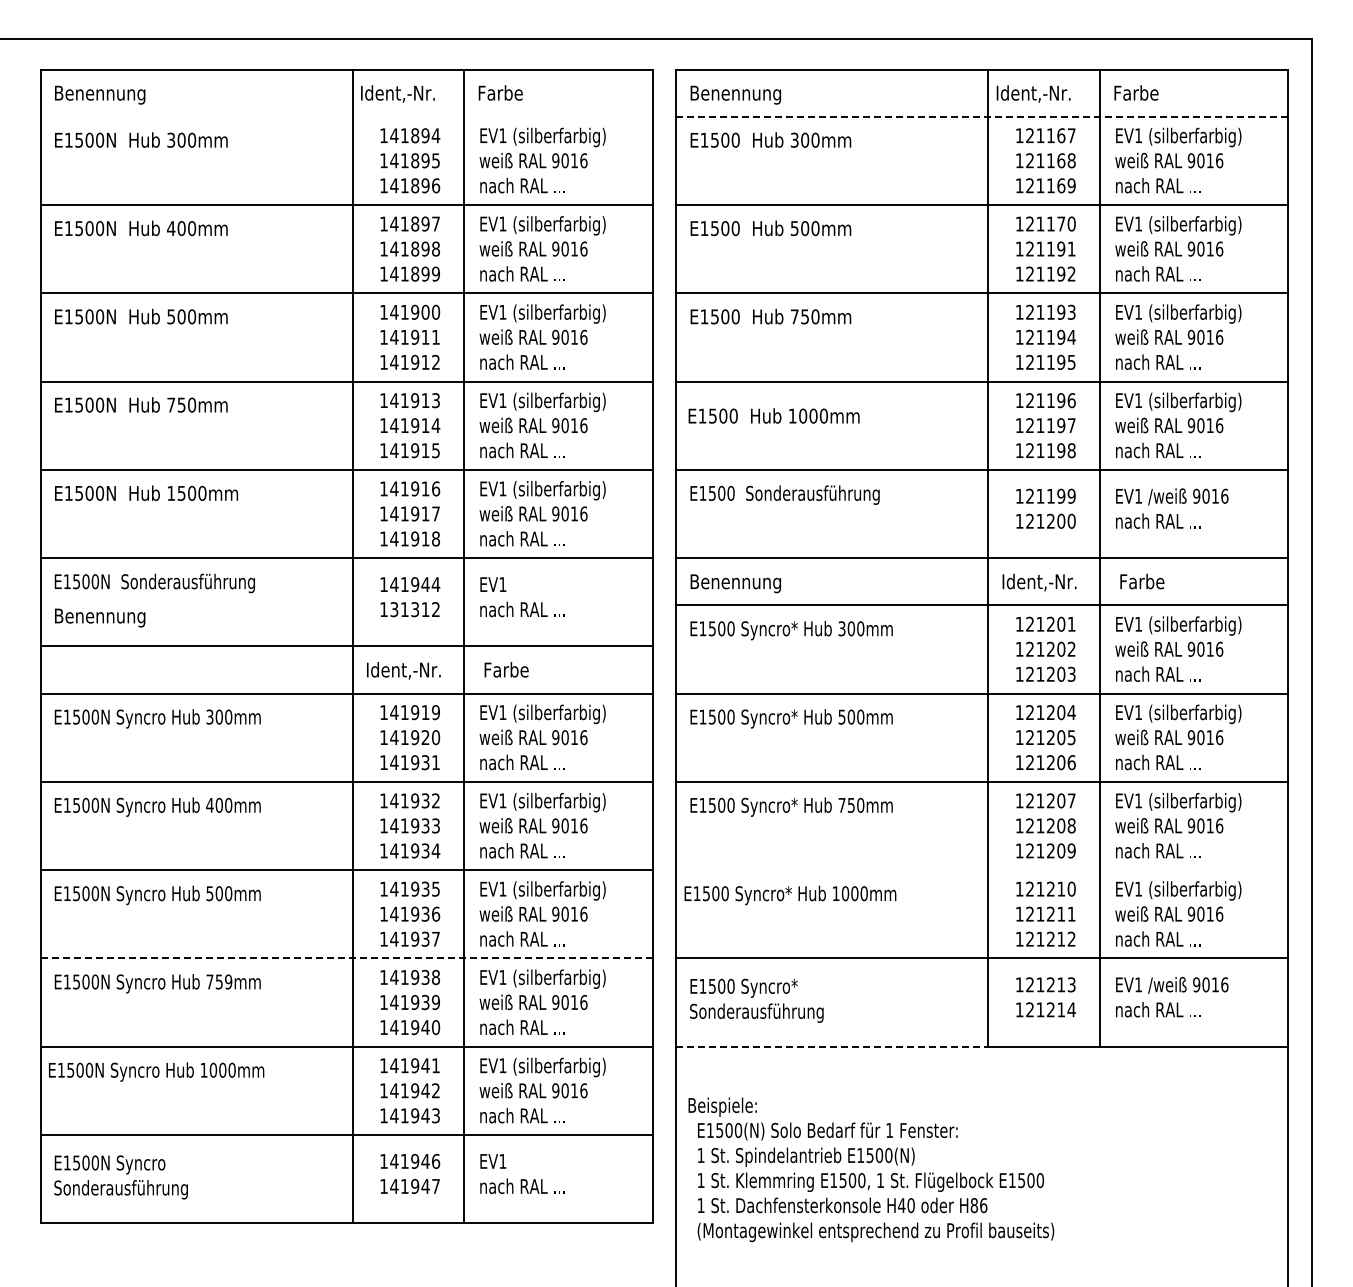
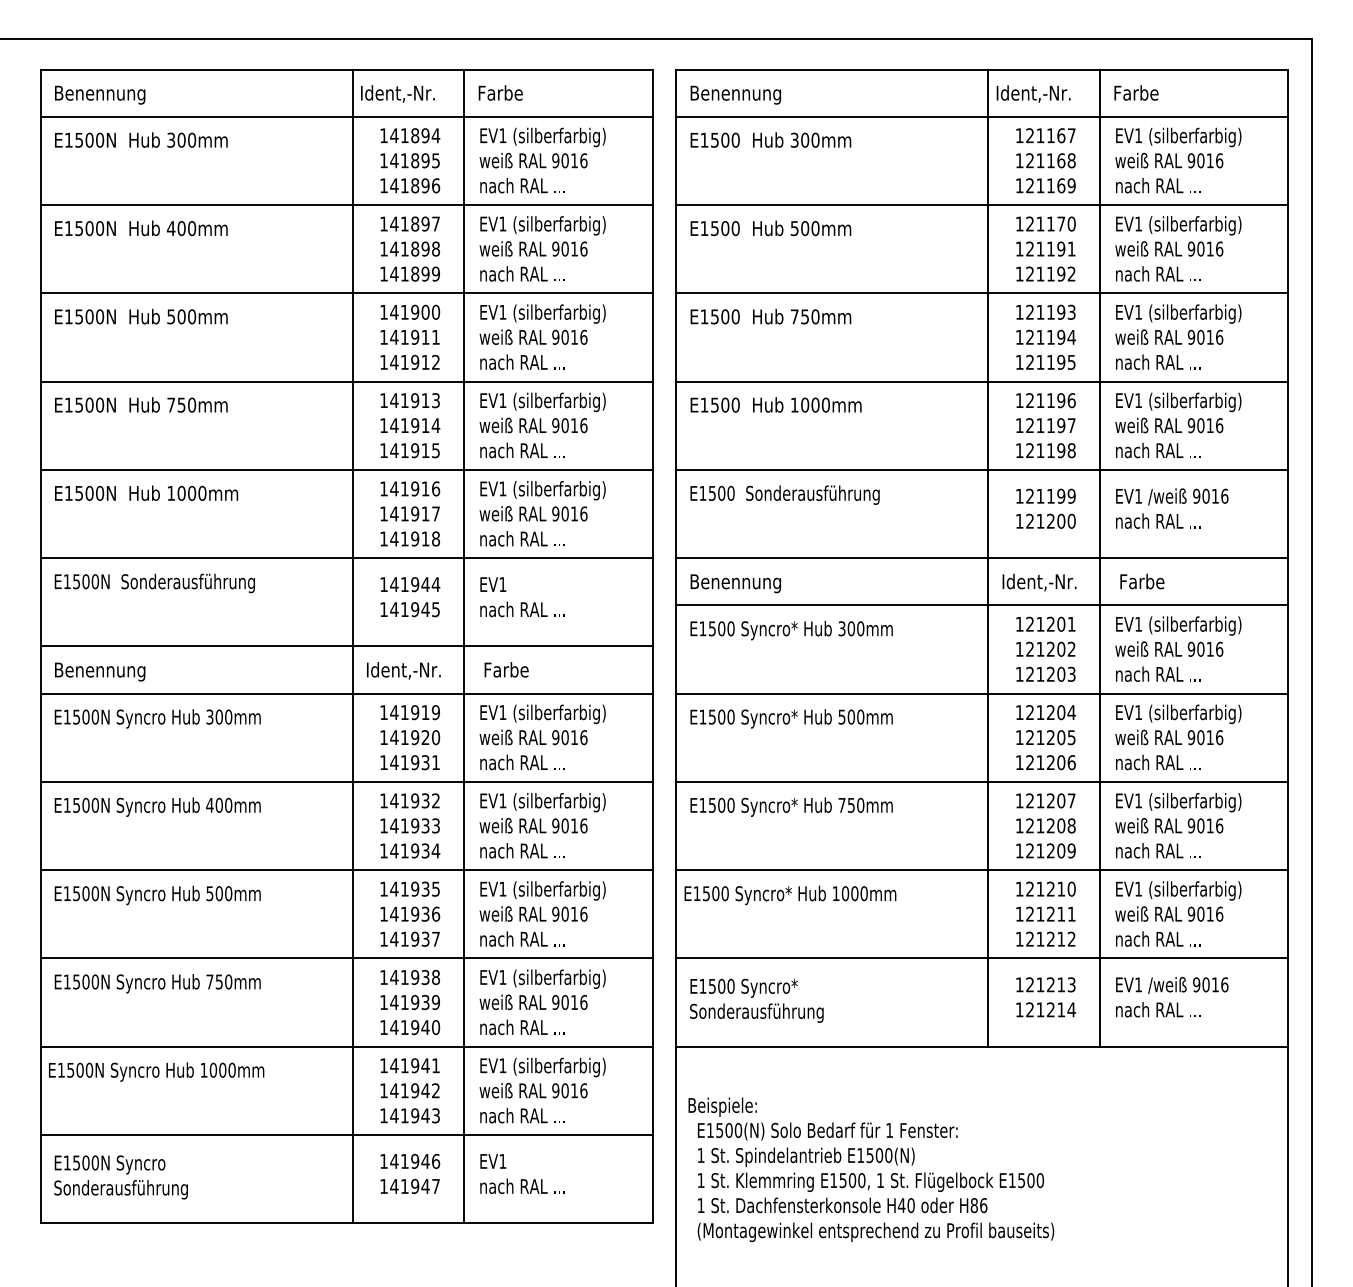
line at (346, 116): none -> present
line at (982, 116): dashed -> solid
text at (773, 415) position: (773, 415) -> (775, 404)
text at (181, 492): 1500mm -> 1000mm
text at (414, 609): 131312 -> 141945
text at (100, 617) position: (100, 617) -> (100, 671)
line at (982, 870): none -> present
line at (347, 958): dashed -> solid
text at (228, 981): 759mm -> 750mm
line at (832, 1046): dashed -> solid
